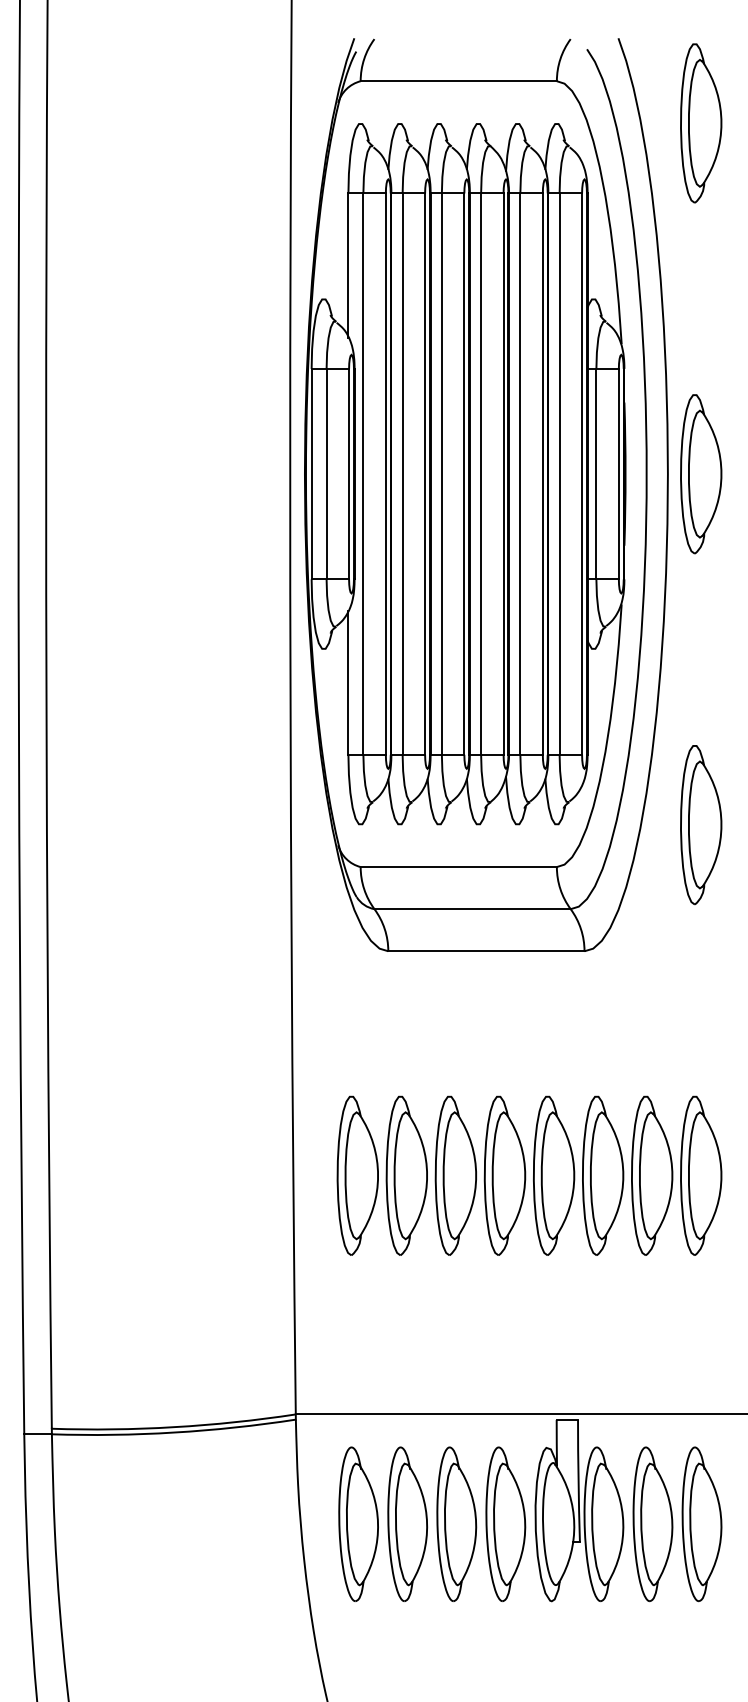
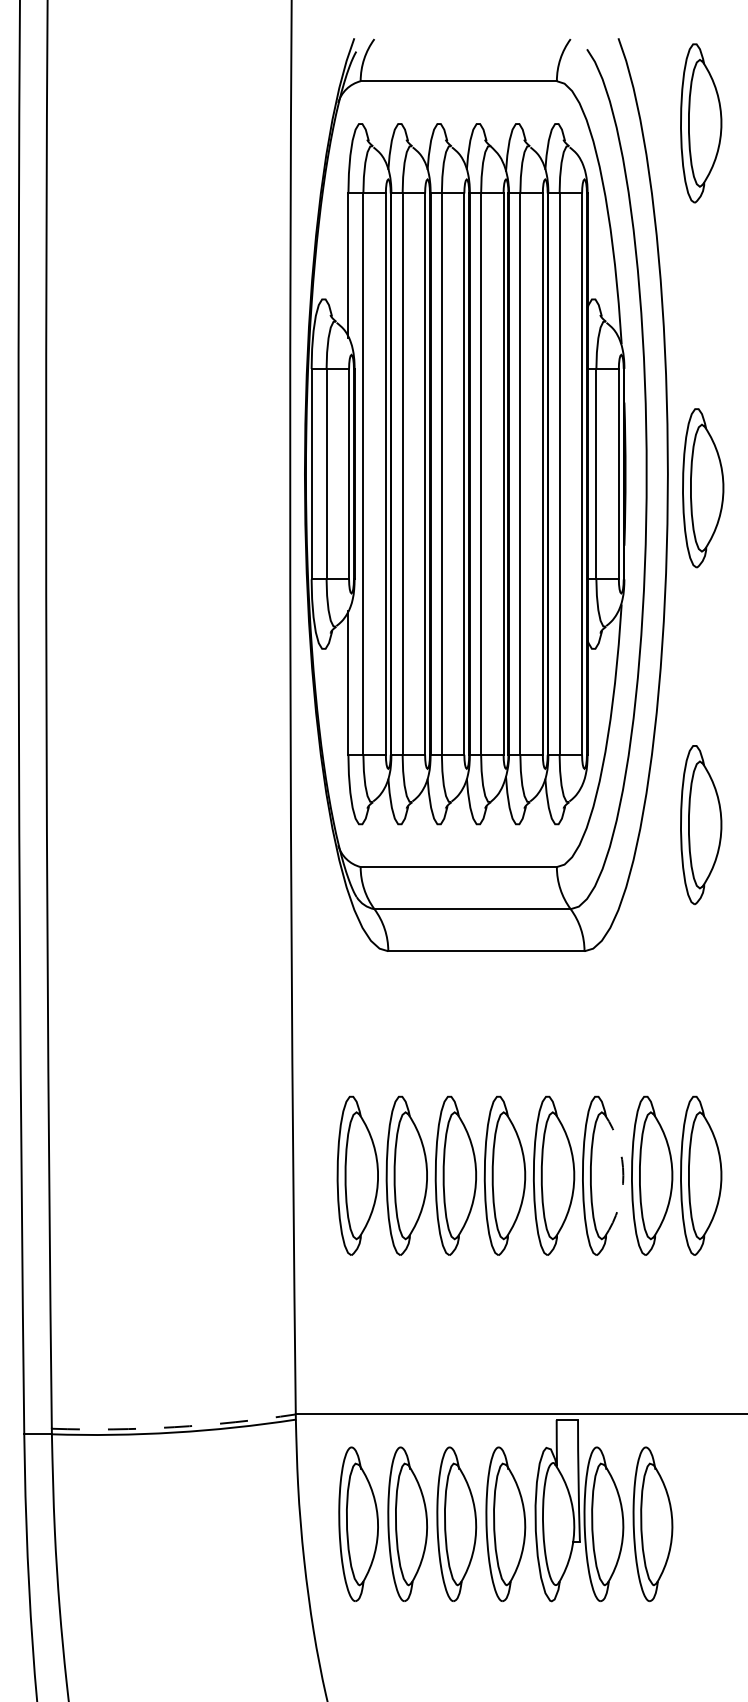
part at (701, 474) position: (701, 474) -> (703, 488)
arc at (623, 1175): solid -> dashed
arc at (174, 1427): solid -> dashed
part at (701, 1524): present -> none
